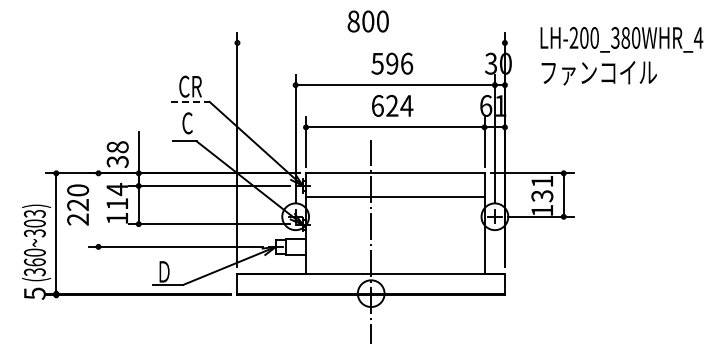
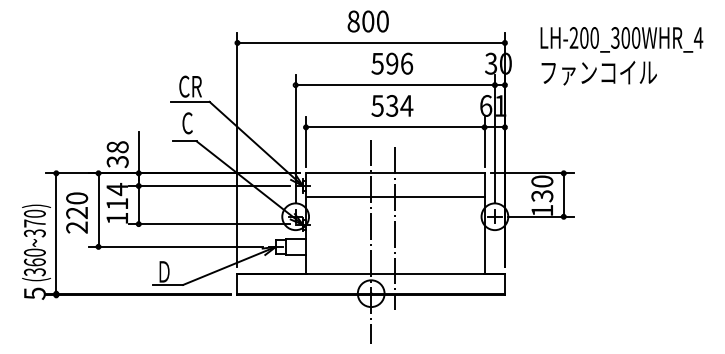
text at (625, 37): LH-200_380WHR_4 -> LH-200_300WHR_4
line at (371, 42): none -> present
line at (190, 101): dashed -> solid
text at (384, 105): 624 -> 534
text at (542, 181): 131 -> 130
text at (78, 204) position: (78, 204) -> (77, 212)
line at (98, 209): none -> present
text at (34, 218): (360~303) -> (360~370)
line at (395, 228): none -> present
